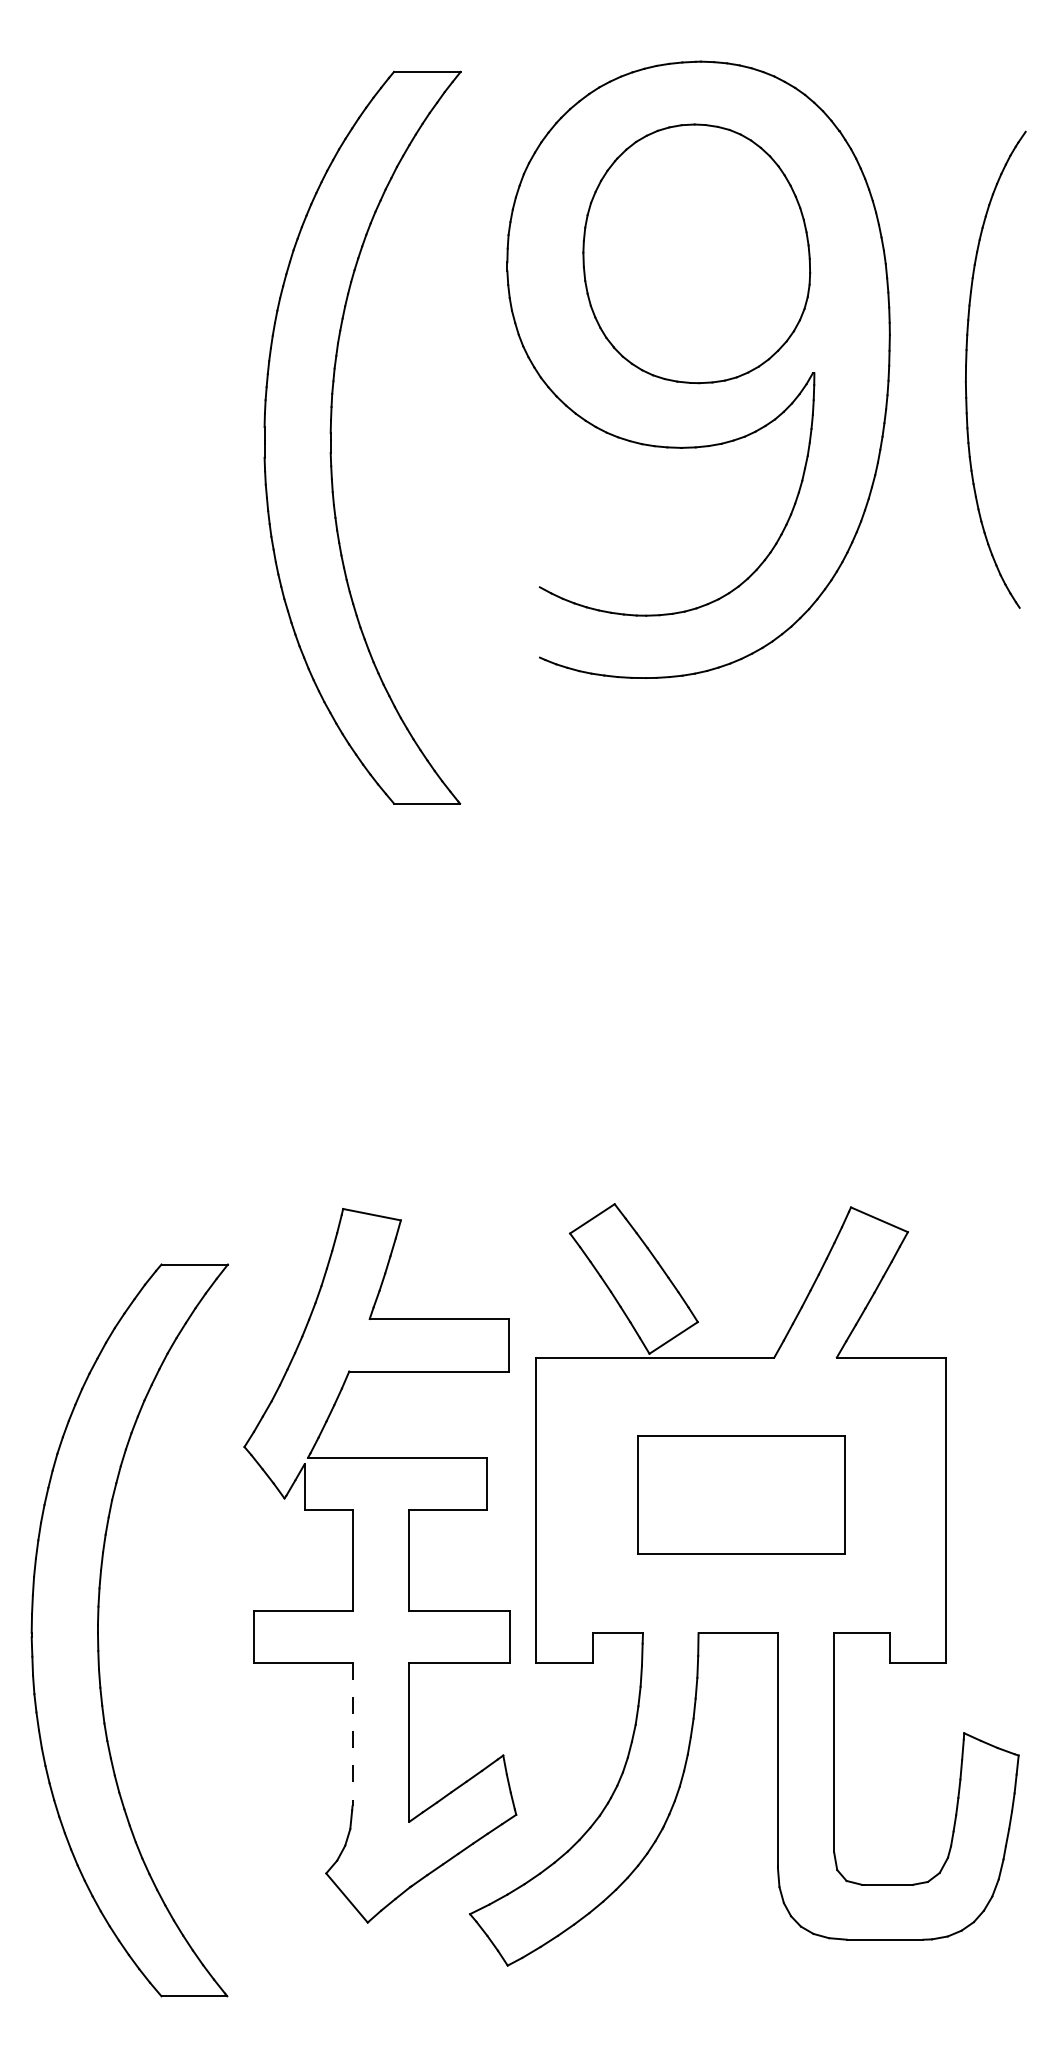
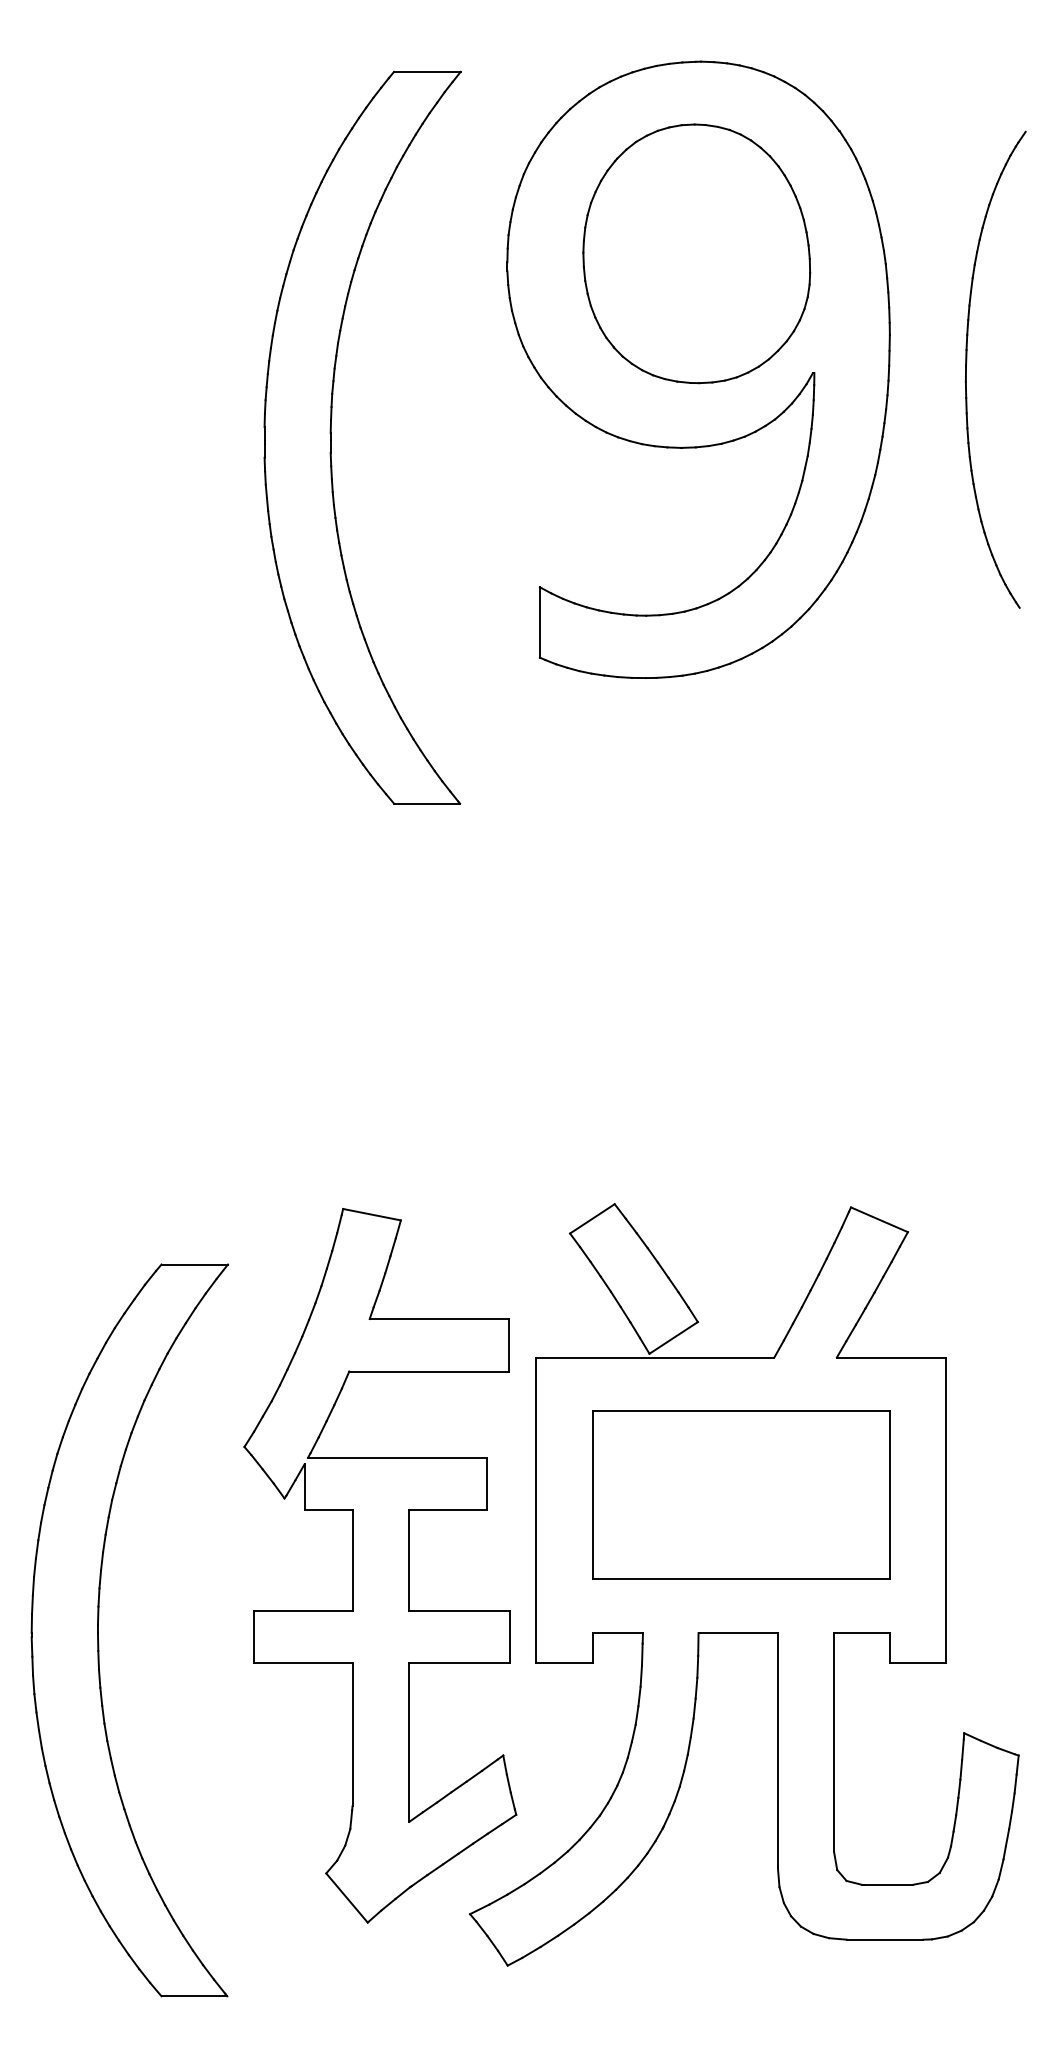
line at (539, 622): none -> present
part at (741, 1494) size: 209x120 px -> 299x170 px
line at (352, 1734): dashed -> solid
